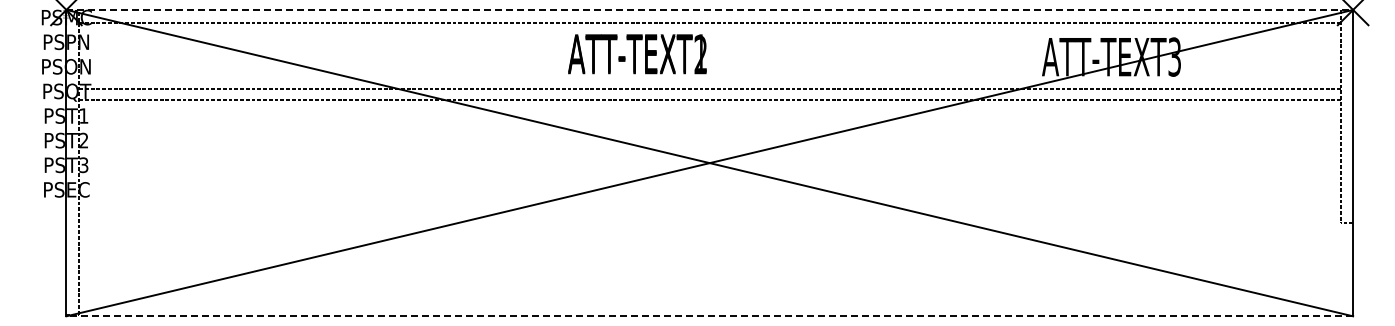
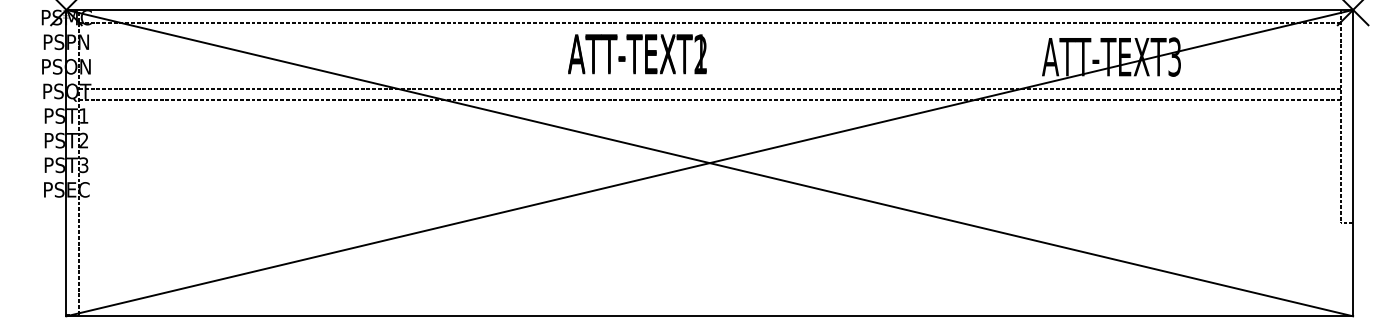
line at (710, 9): dashed -> solid
line at (709, 316): dashed -> solid
